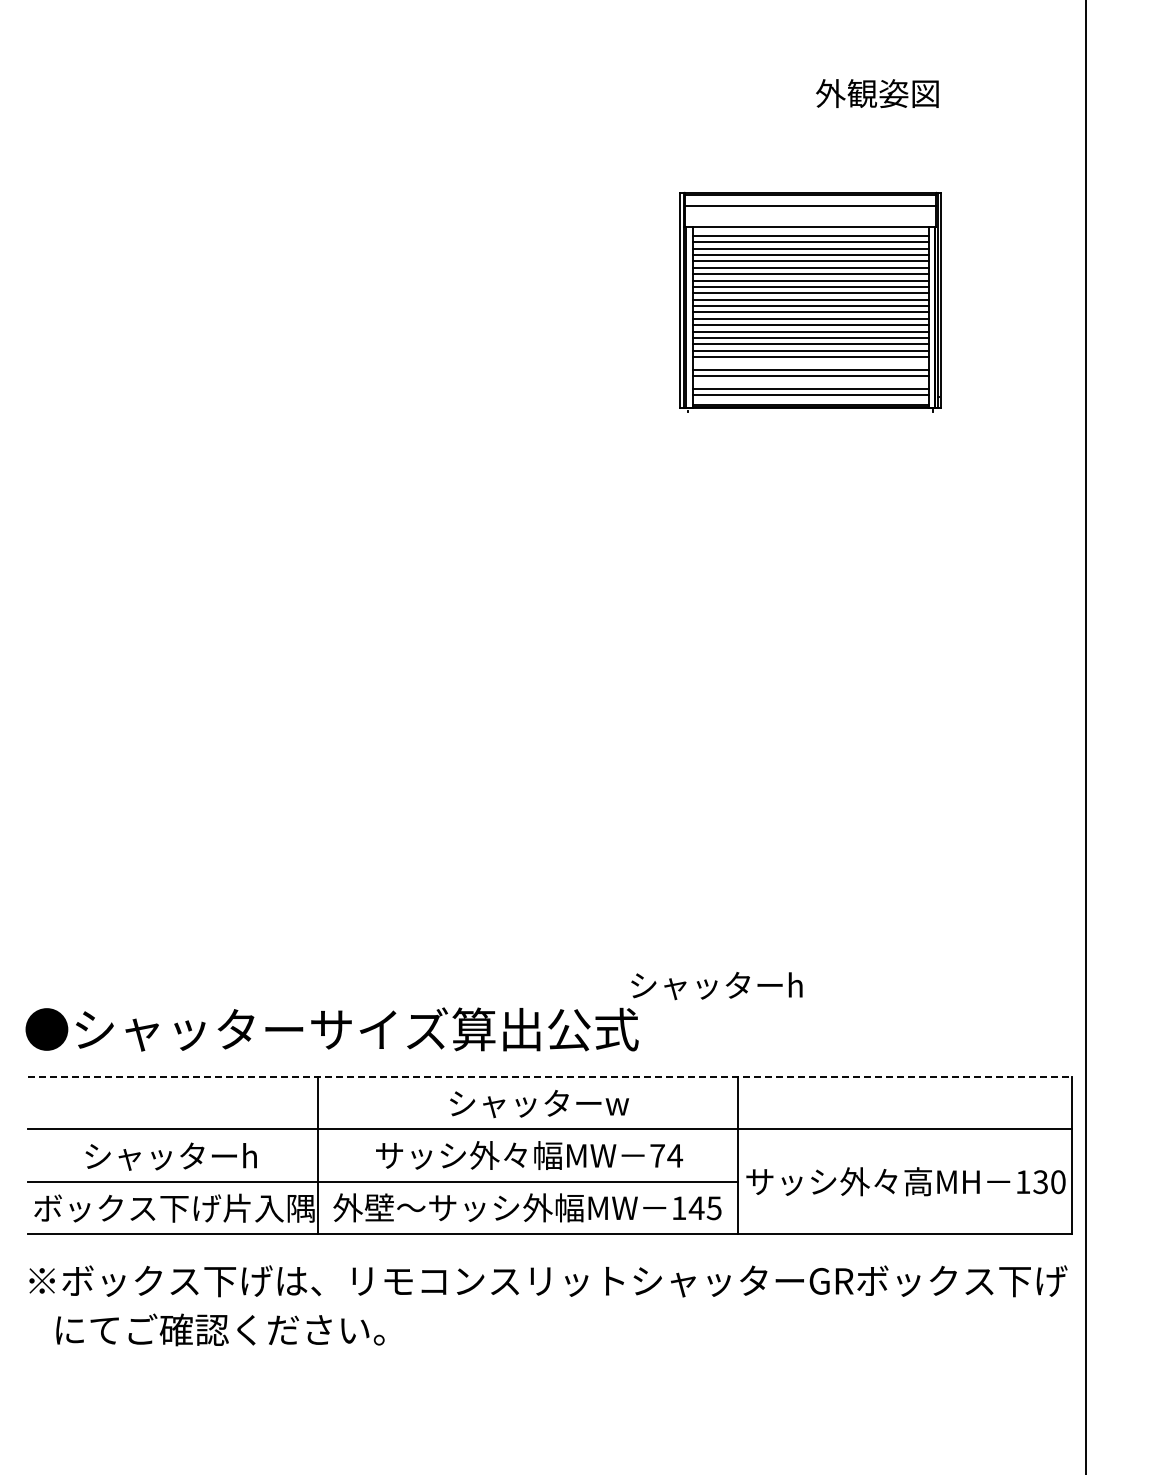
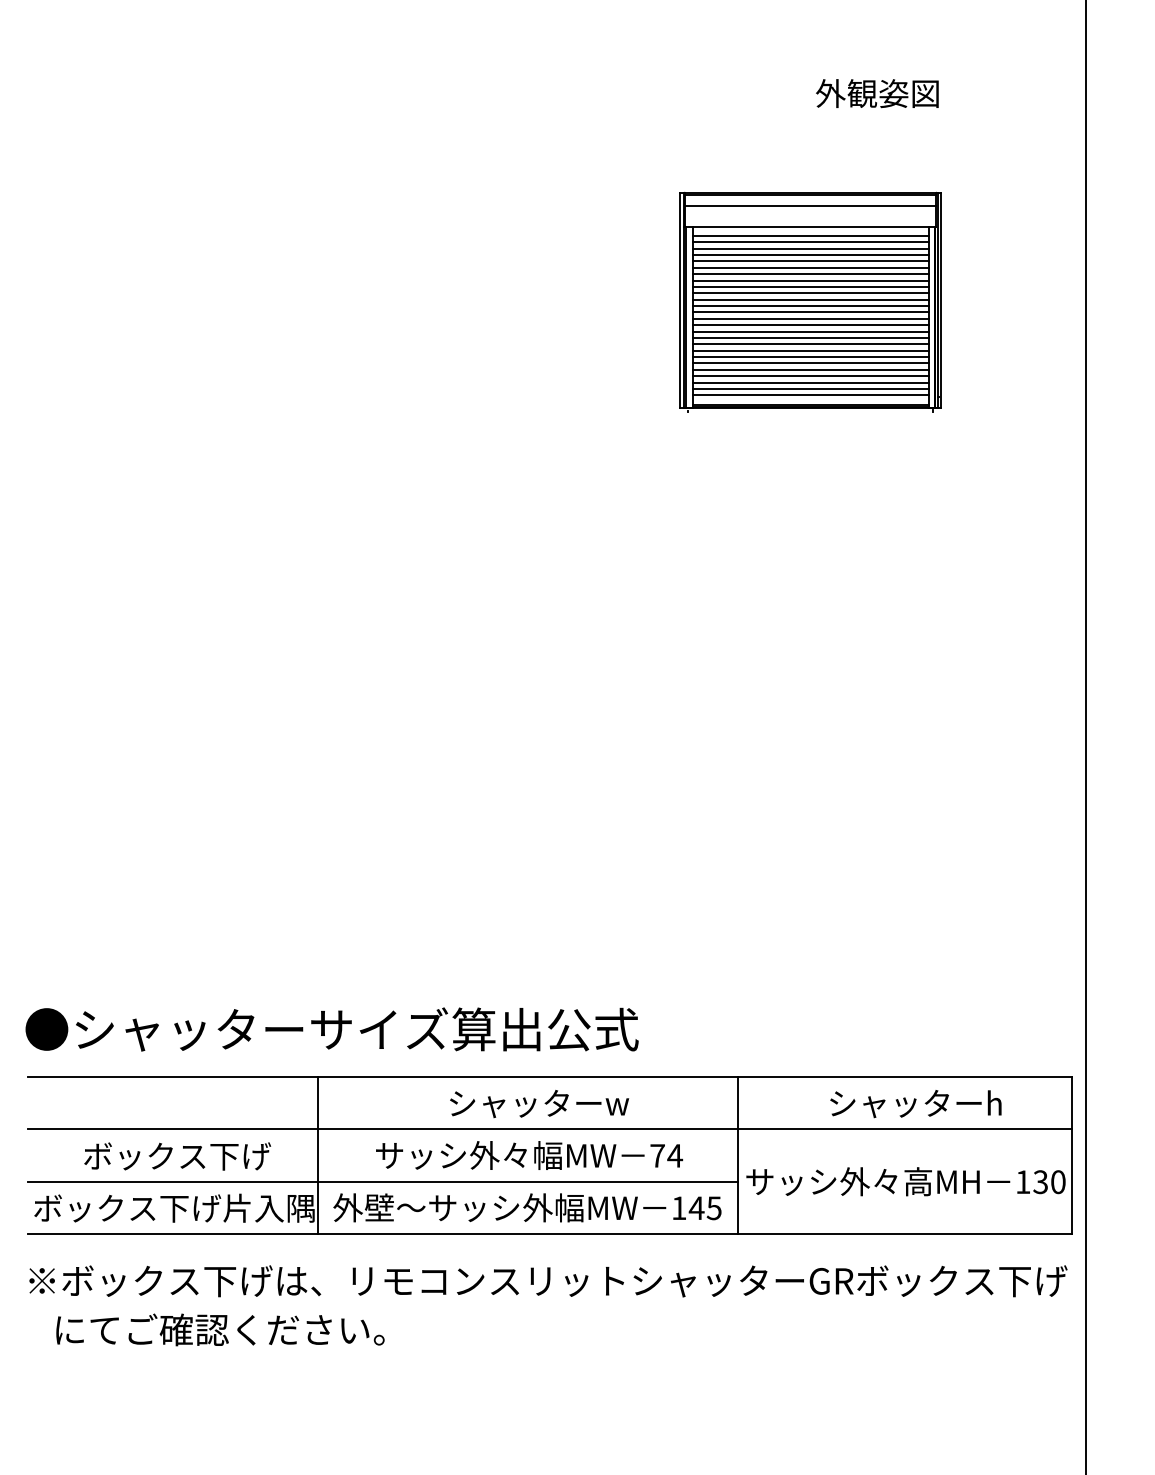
line at (810, 363): none -> present
line at (810, 382): none -> present
text at (716, 986) position: (716, 986) -> (915, 1104)
line at (549, 1077): dashed -> solid
text at (177, 1156): シャッターh -> ボックス下げ
